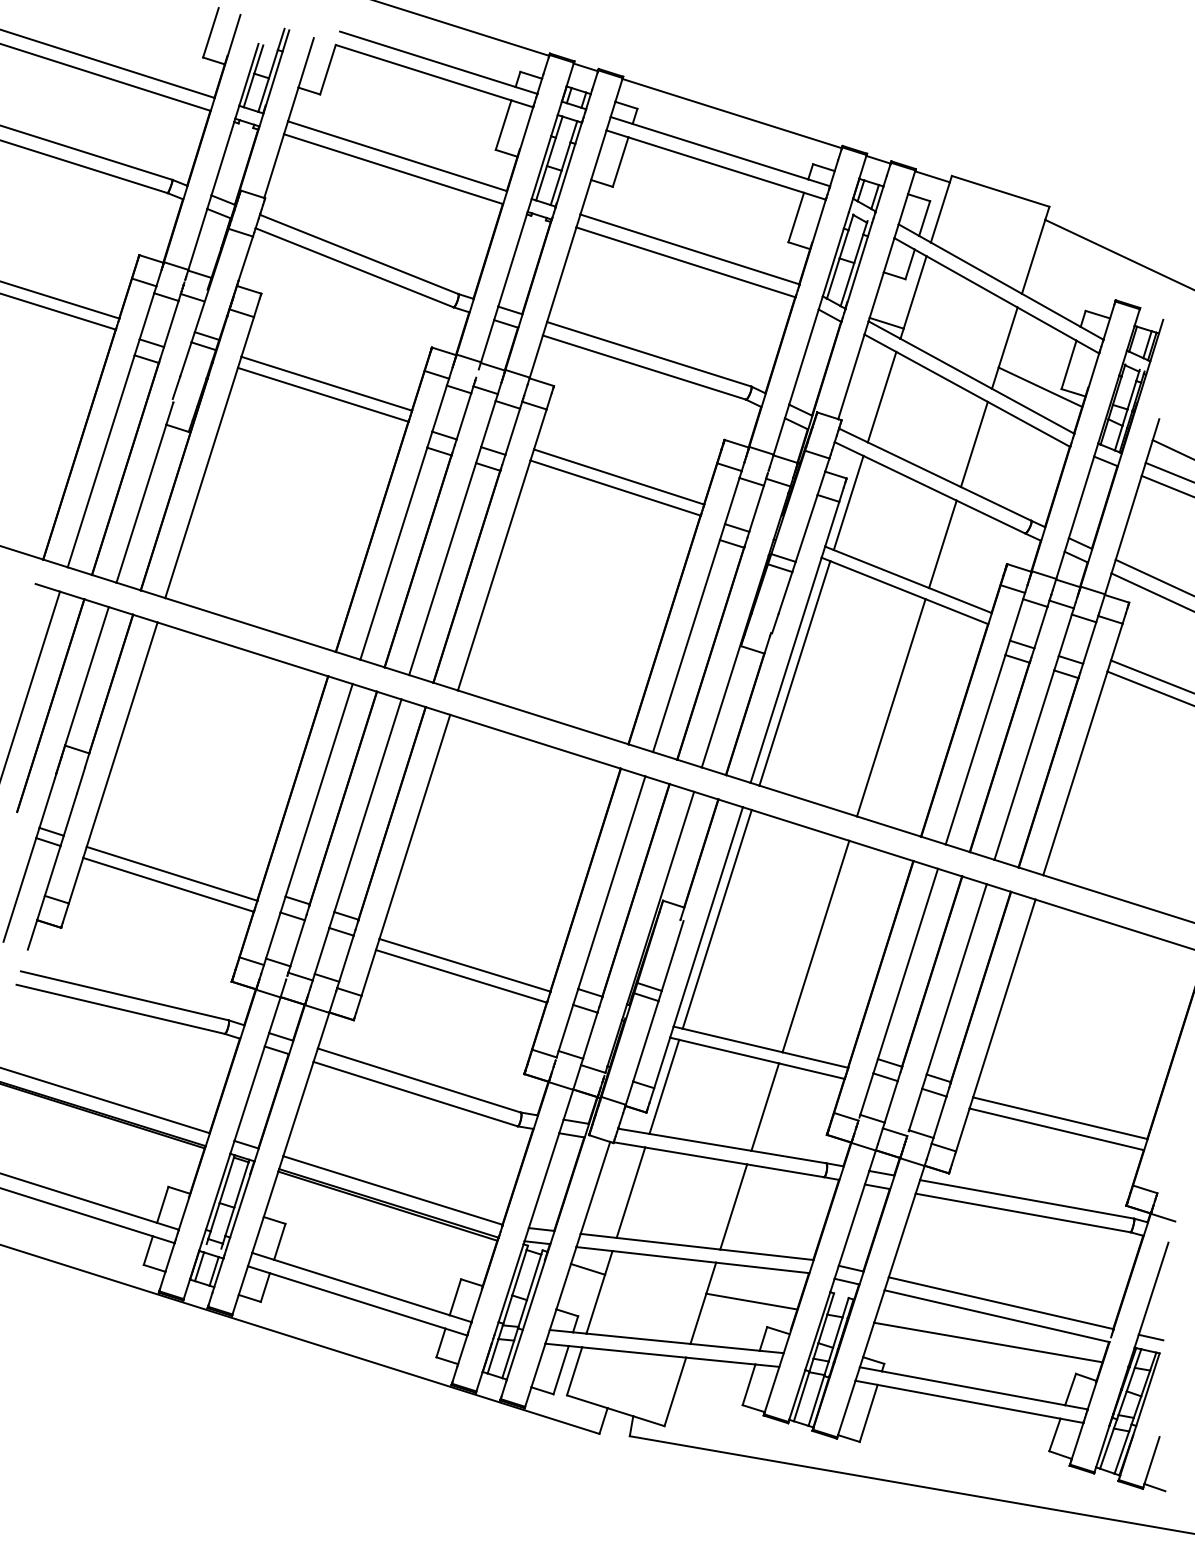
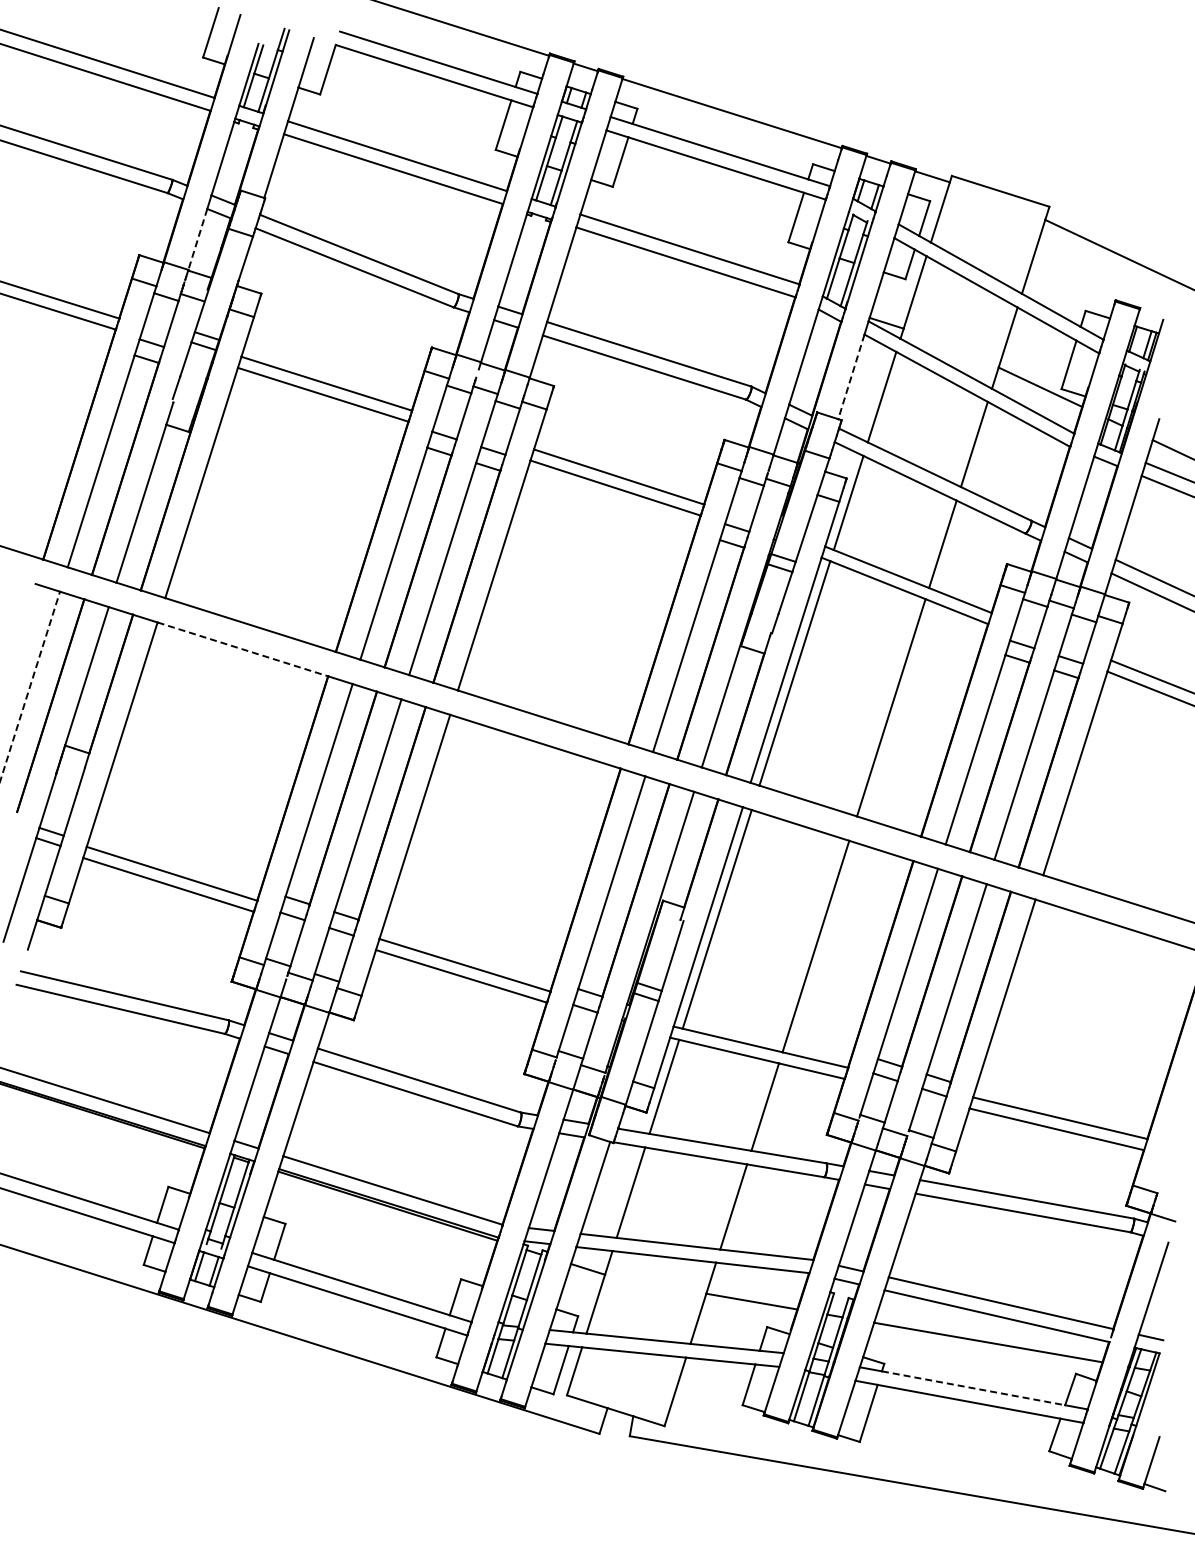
line at (197, 239): solid -> dashed
line at (851, 377): solid -> dashed
line at (243, 649): solid -> dashed
line at (30, 686): solid -> dashed
line at (974, 1388): solid -> dashed
